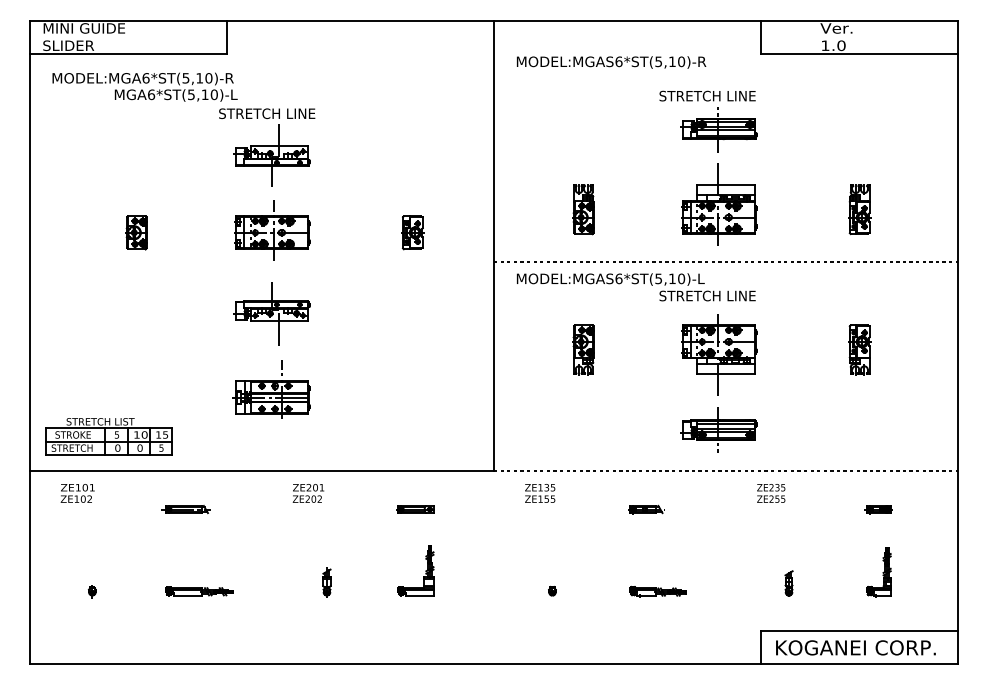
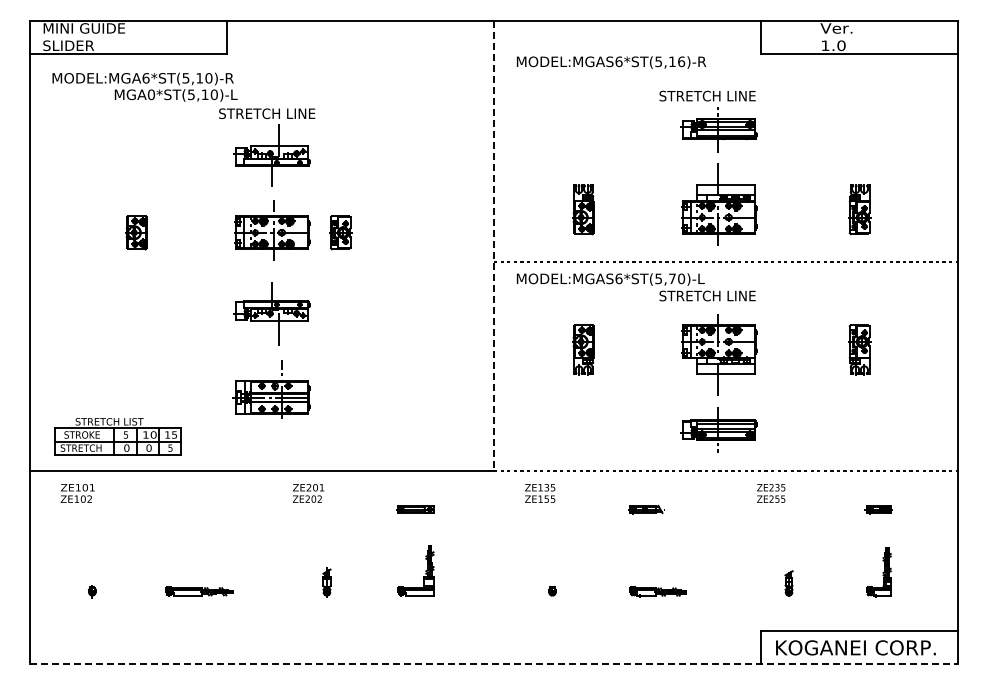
text at (681, 61): MODEL:MGAS6*ST(5,10)-R -> MODEL:MGAS6*ST(5,16)-R
text at (151, 94): MGA6*ST(5,10)-L -> MGA0*ST(5,10)-L
part at (412, 232) position: (412, 232) -> (340, 232)
line at (493, 246): solid -> dashed
text at (672, 278): MODEL:MGAS6*ST(5,10)-L -> MODEL:MGAS6*ST(5,70)-L
part at (108, 436) position: (108, 436) -> (117, 436)
part at (185, 509): present -> none
line at (494, 664): solid -> dashed
